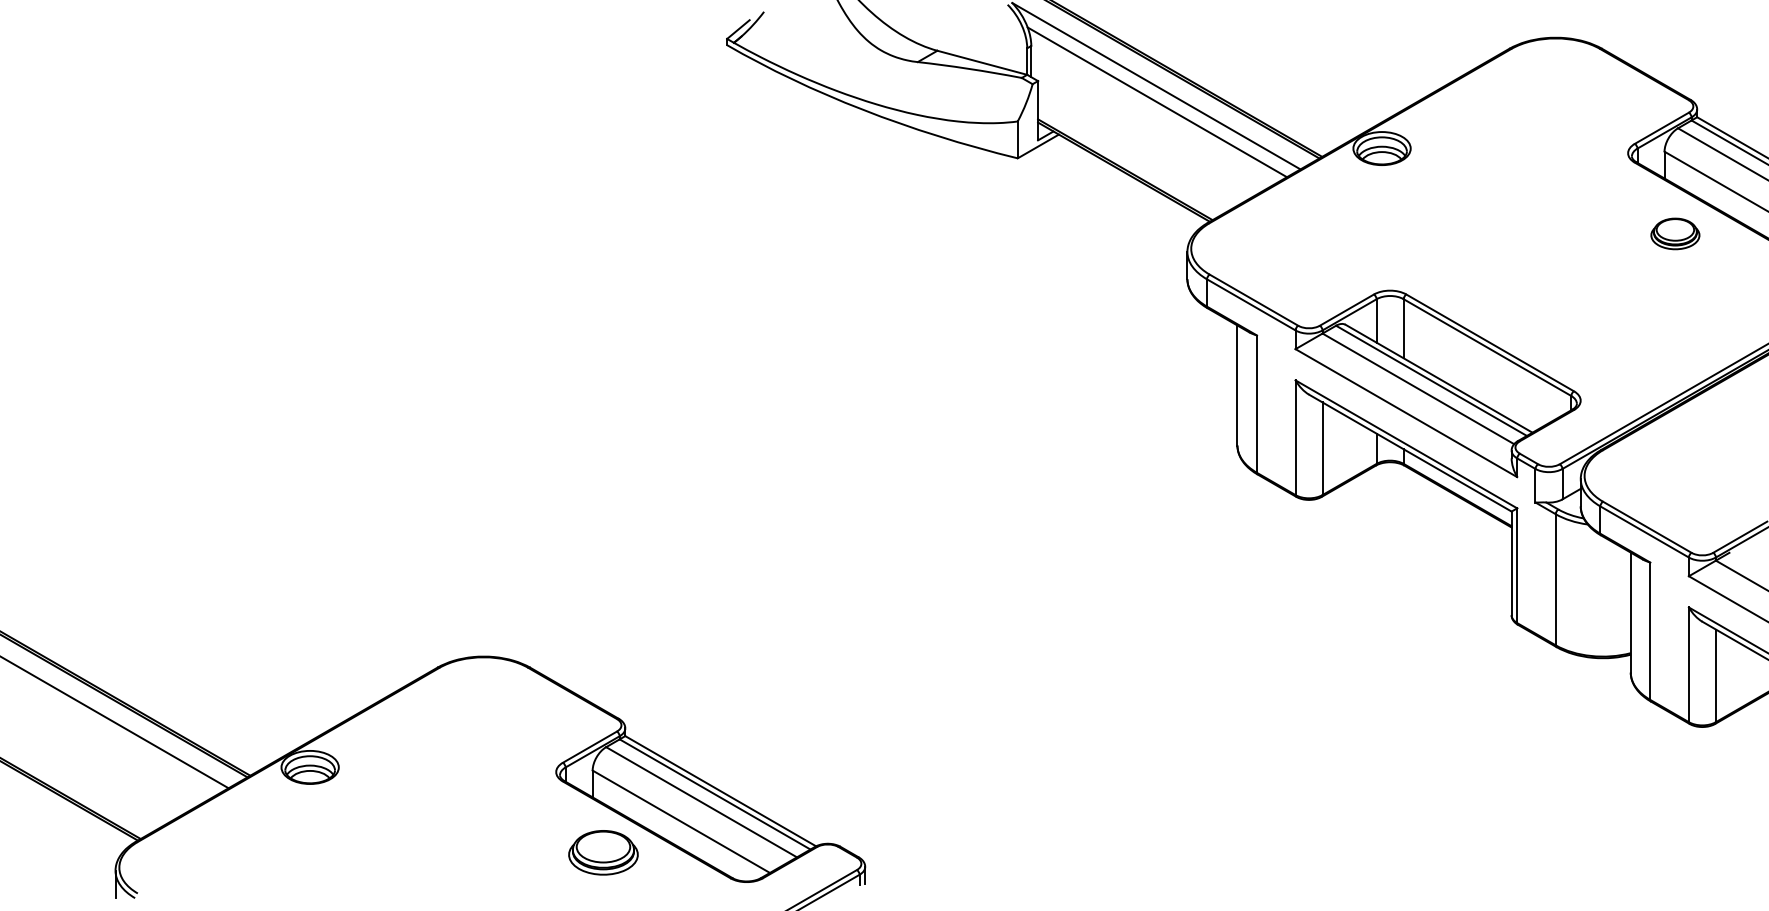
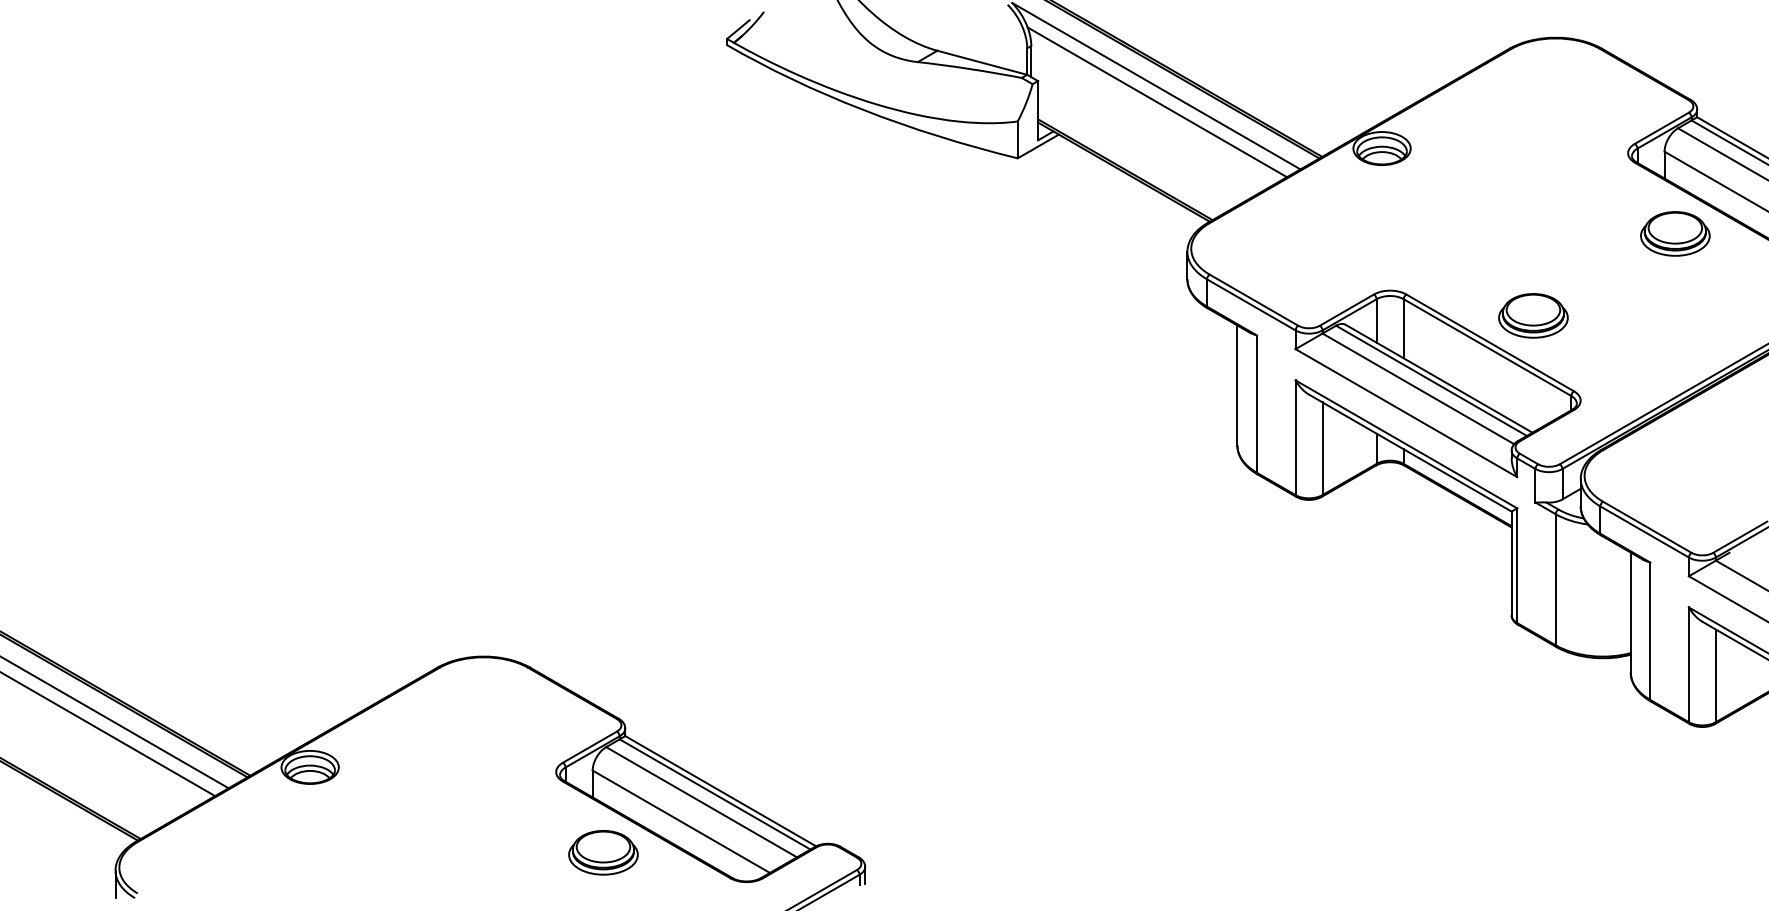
part at (1675, 233) size: 51x34 px -> 71x46 px
part at (1533, 315): none -> present
line at (108, 734): none -> present
